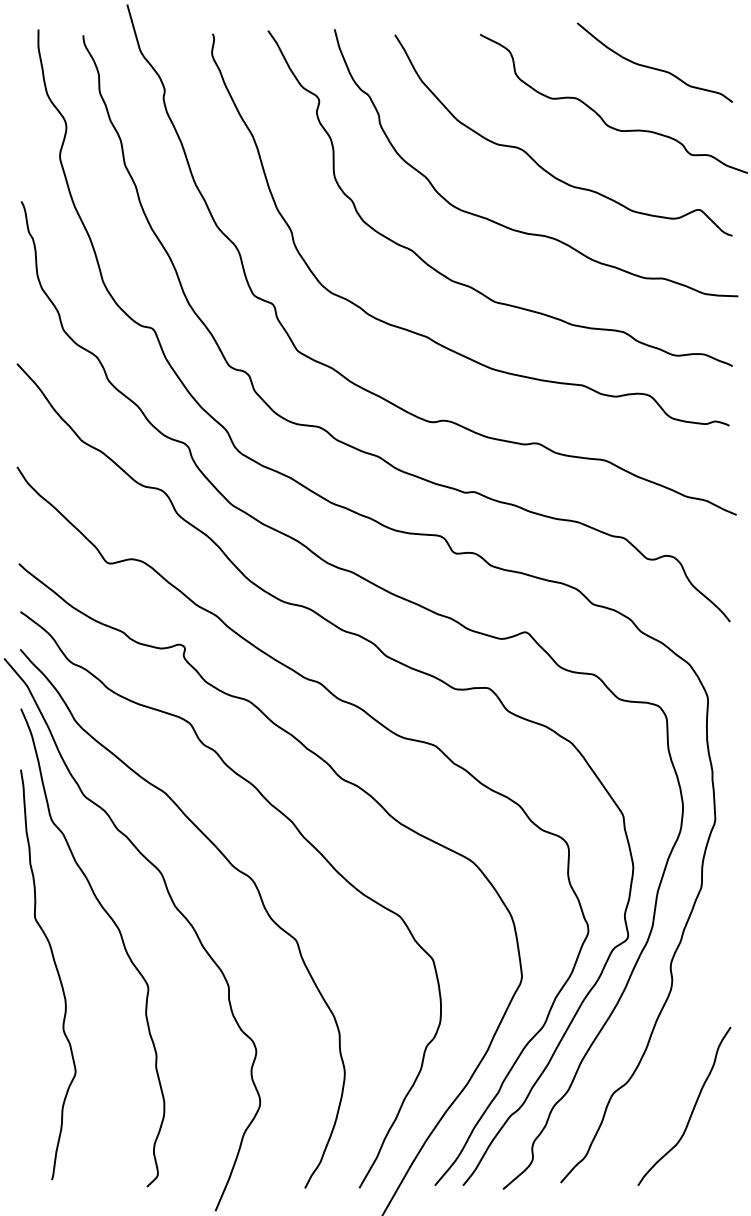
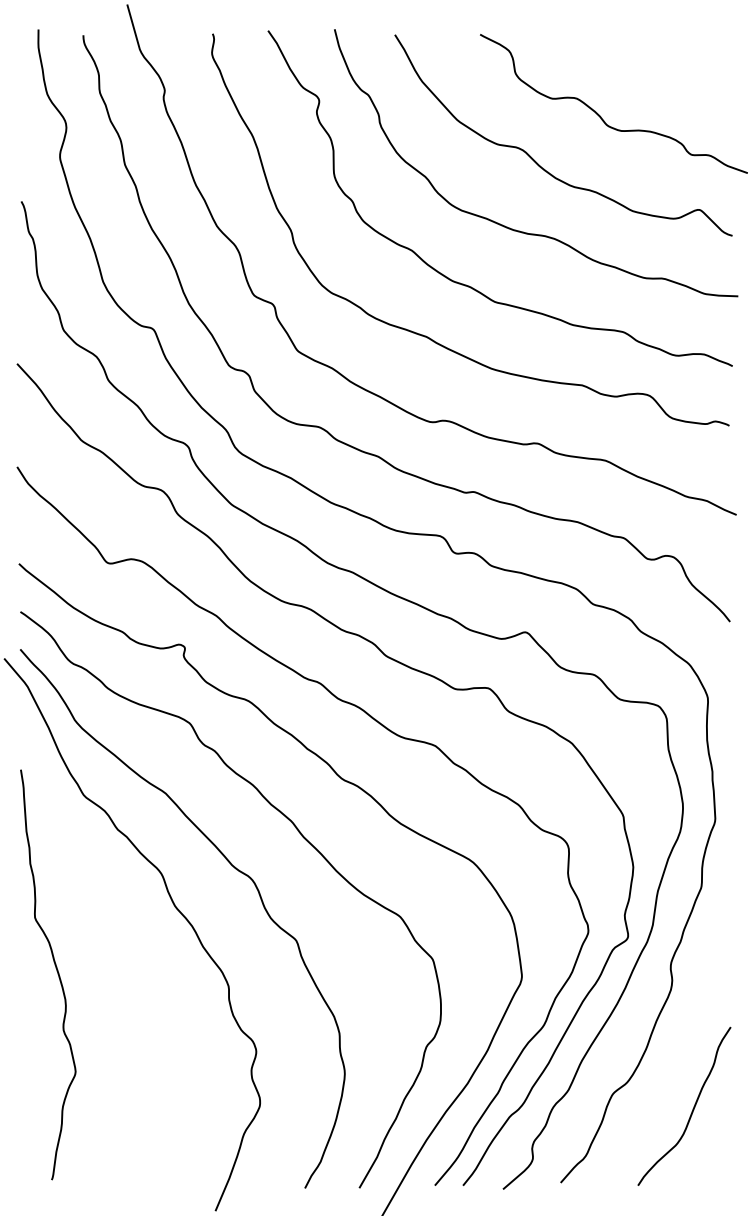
curve at (654, 67): present -> none
curve at (120, 937): present -> none
